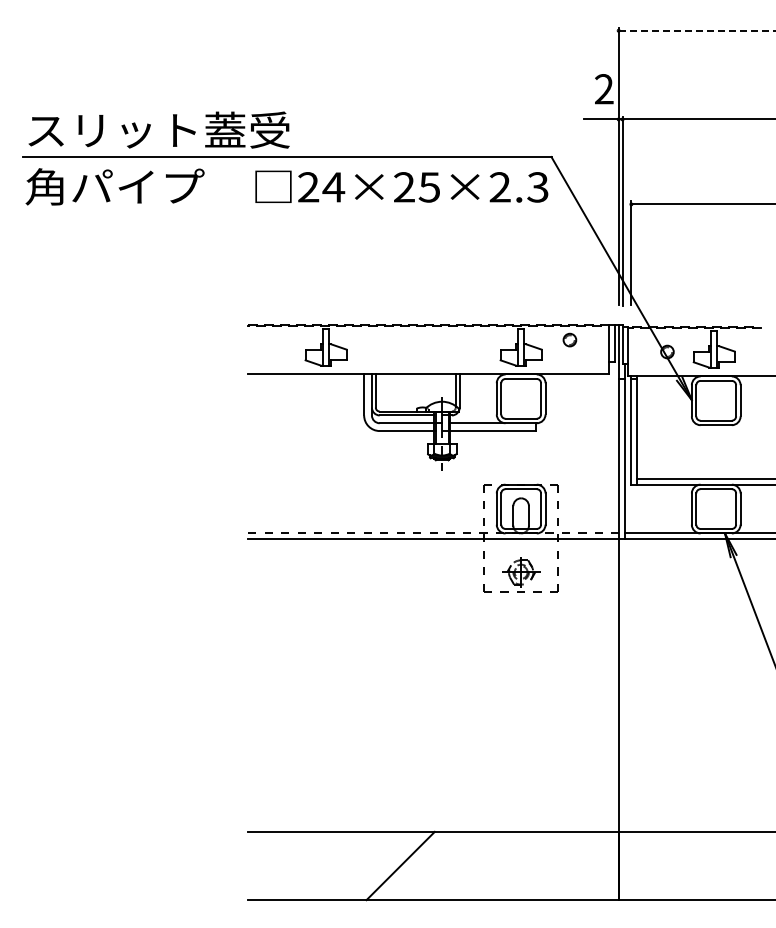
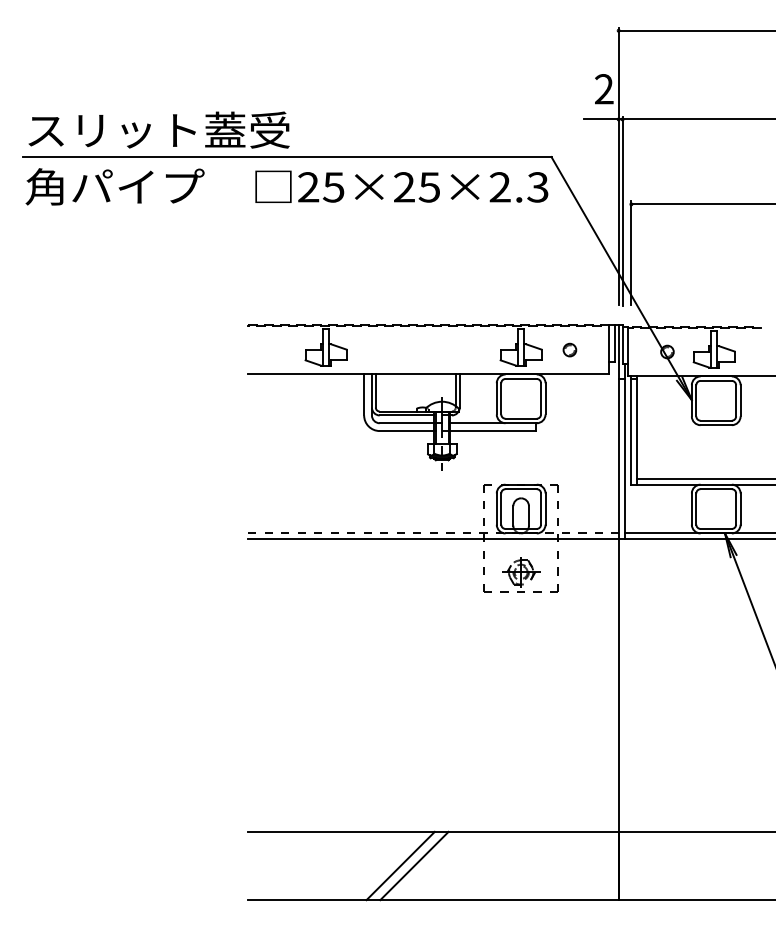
line at (697, 30): dashed -> solid
text at (333, 187): 24×25×2.3 -> 25×25×2.3
part at (569, 339) position: (569, 339) -> (569, 349)
line at (414, 865): none -> present
